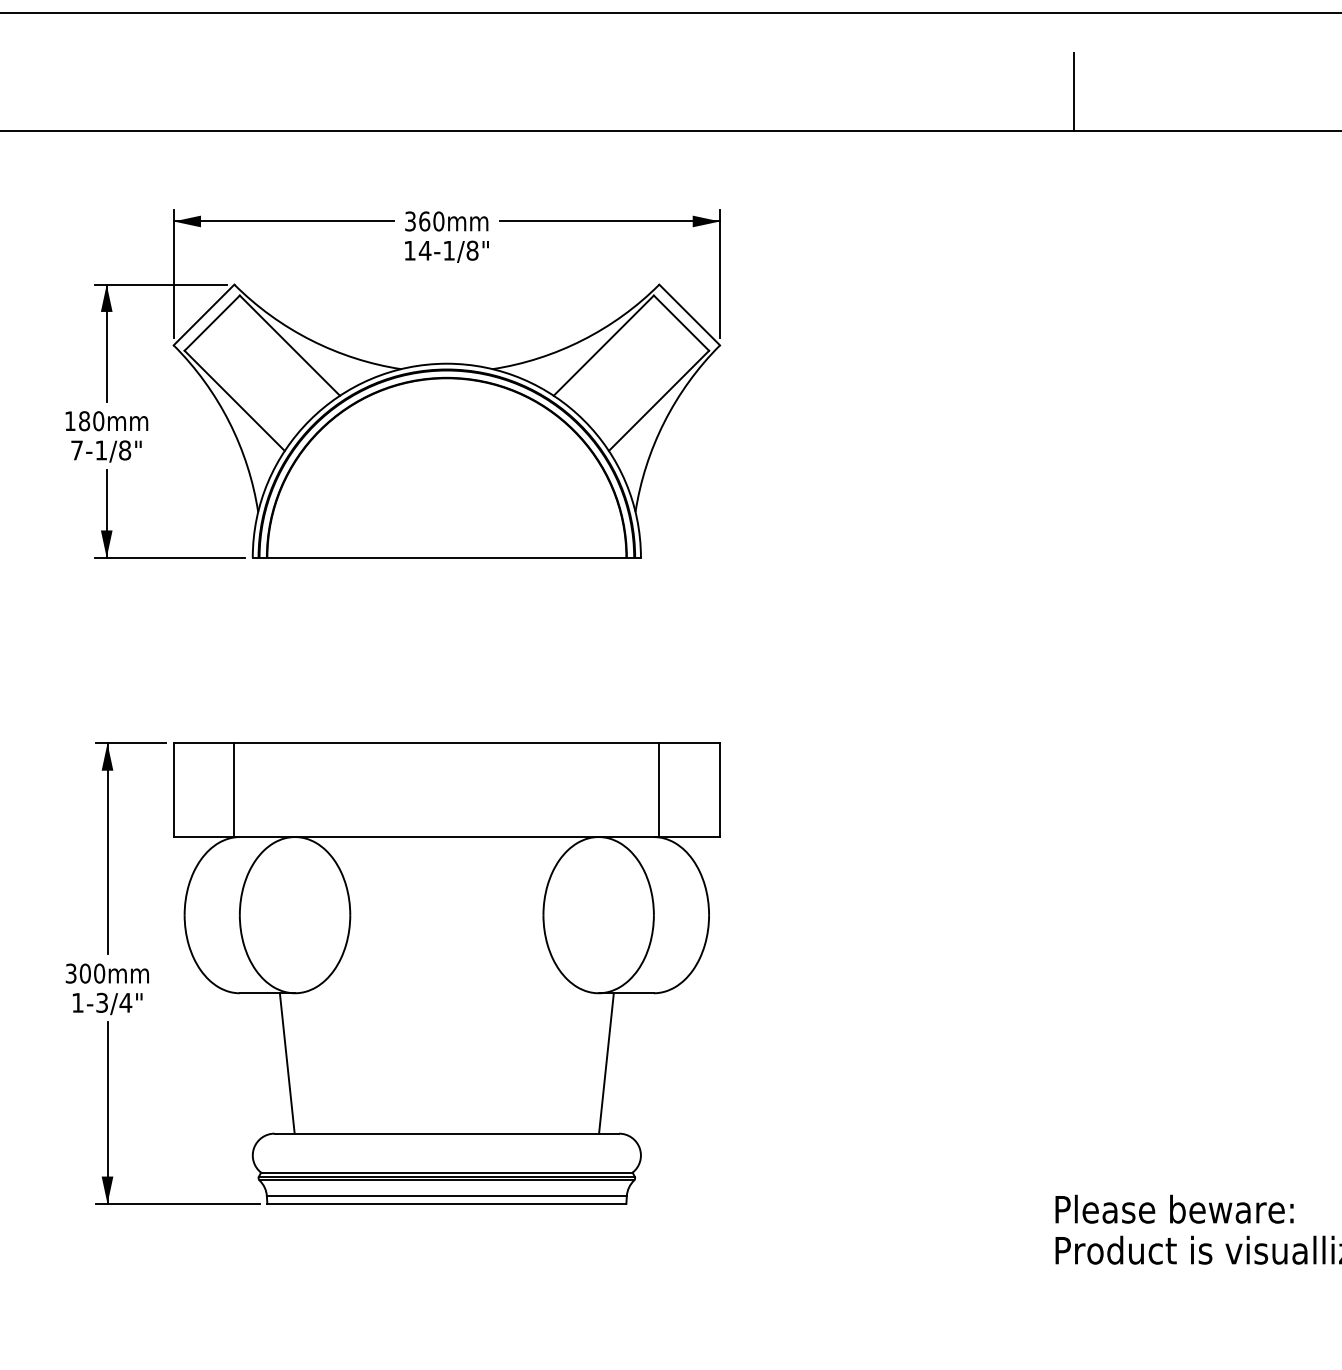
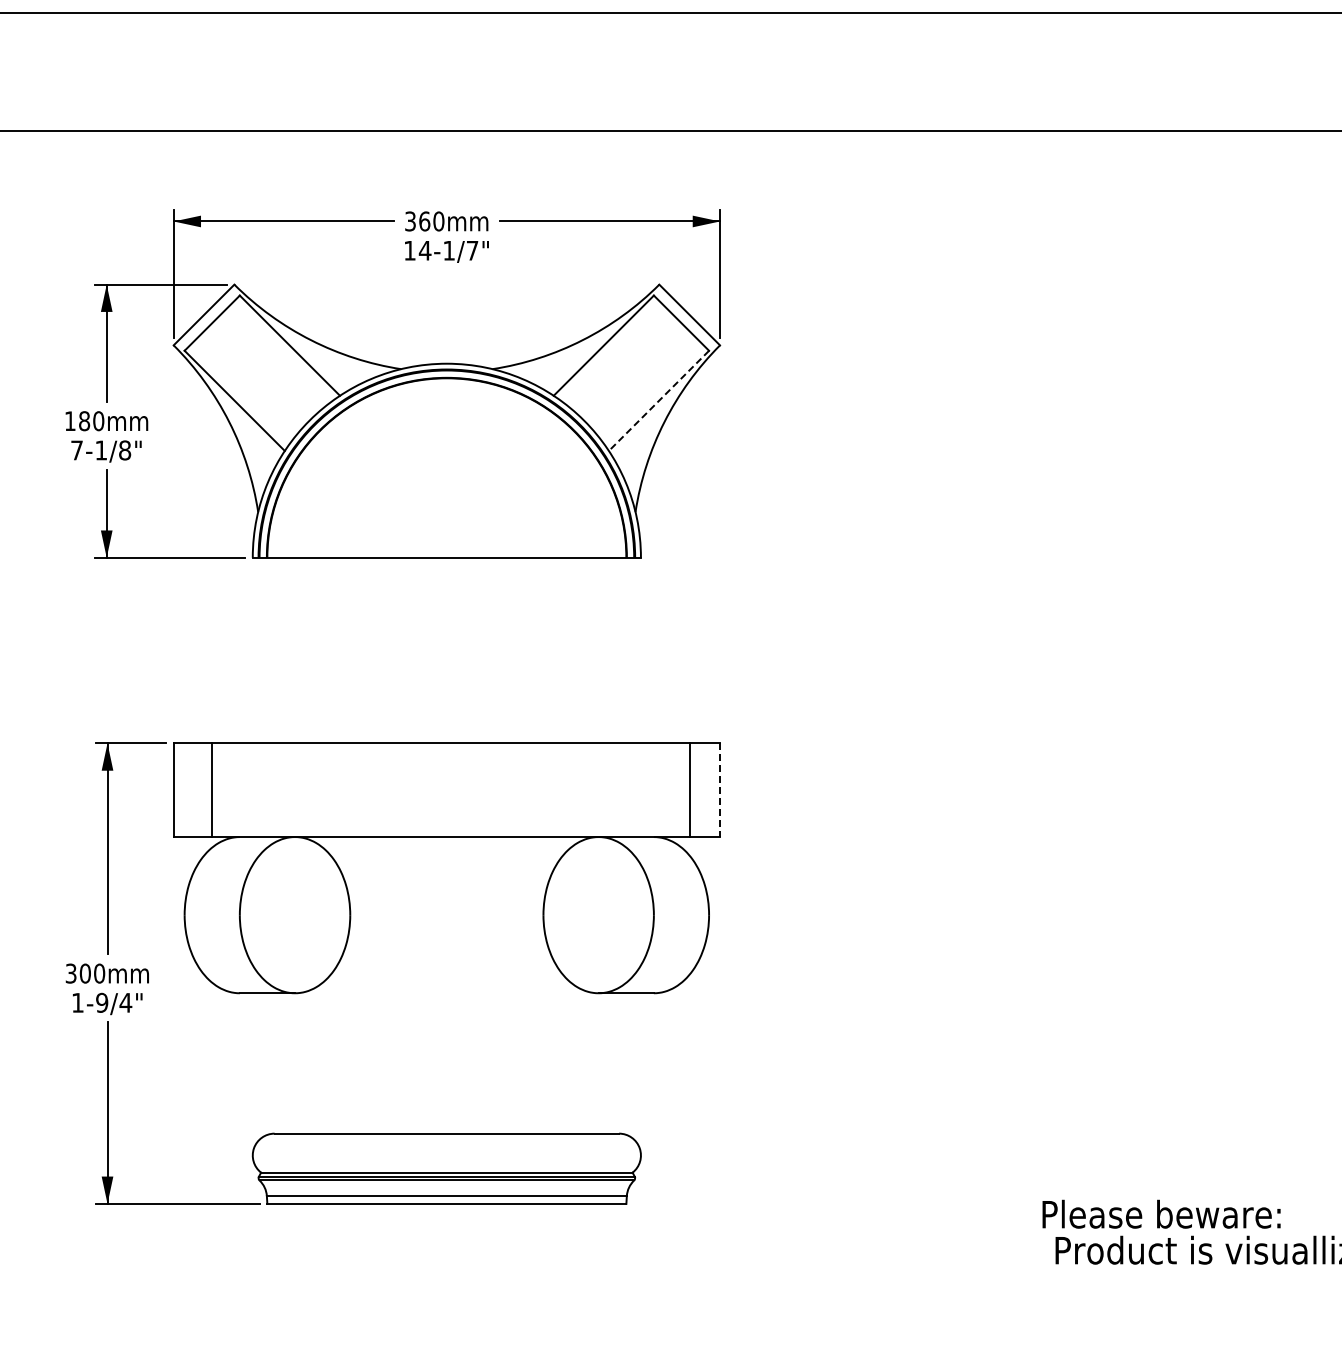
line at (1074, 91): present -> none
text at (472, 250): 14-1/8" -> 14-1/7"
line at (659, 400): solid -> dashed
line at (234, 790) position: (234, 790) -> (212, 790)
line at (659, 790) position: (659, 790) -> (690, 790)
line at (720, 790): solid -> dashed
text at (102, 1002): 1-3/4" -> 1-9/4"
line at (286, 1063): present -> none
line at (606, 1063): present -> none
text at (1174, 1208) position: (1174, 1208) -> (1161, 1213)
